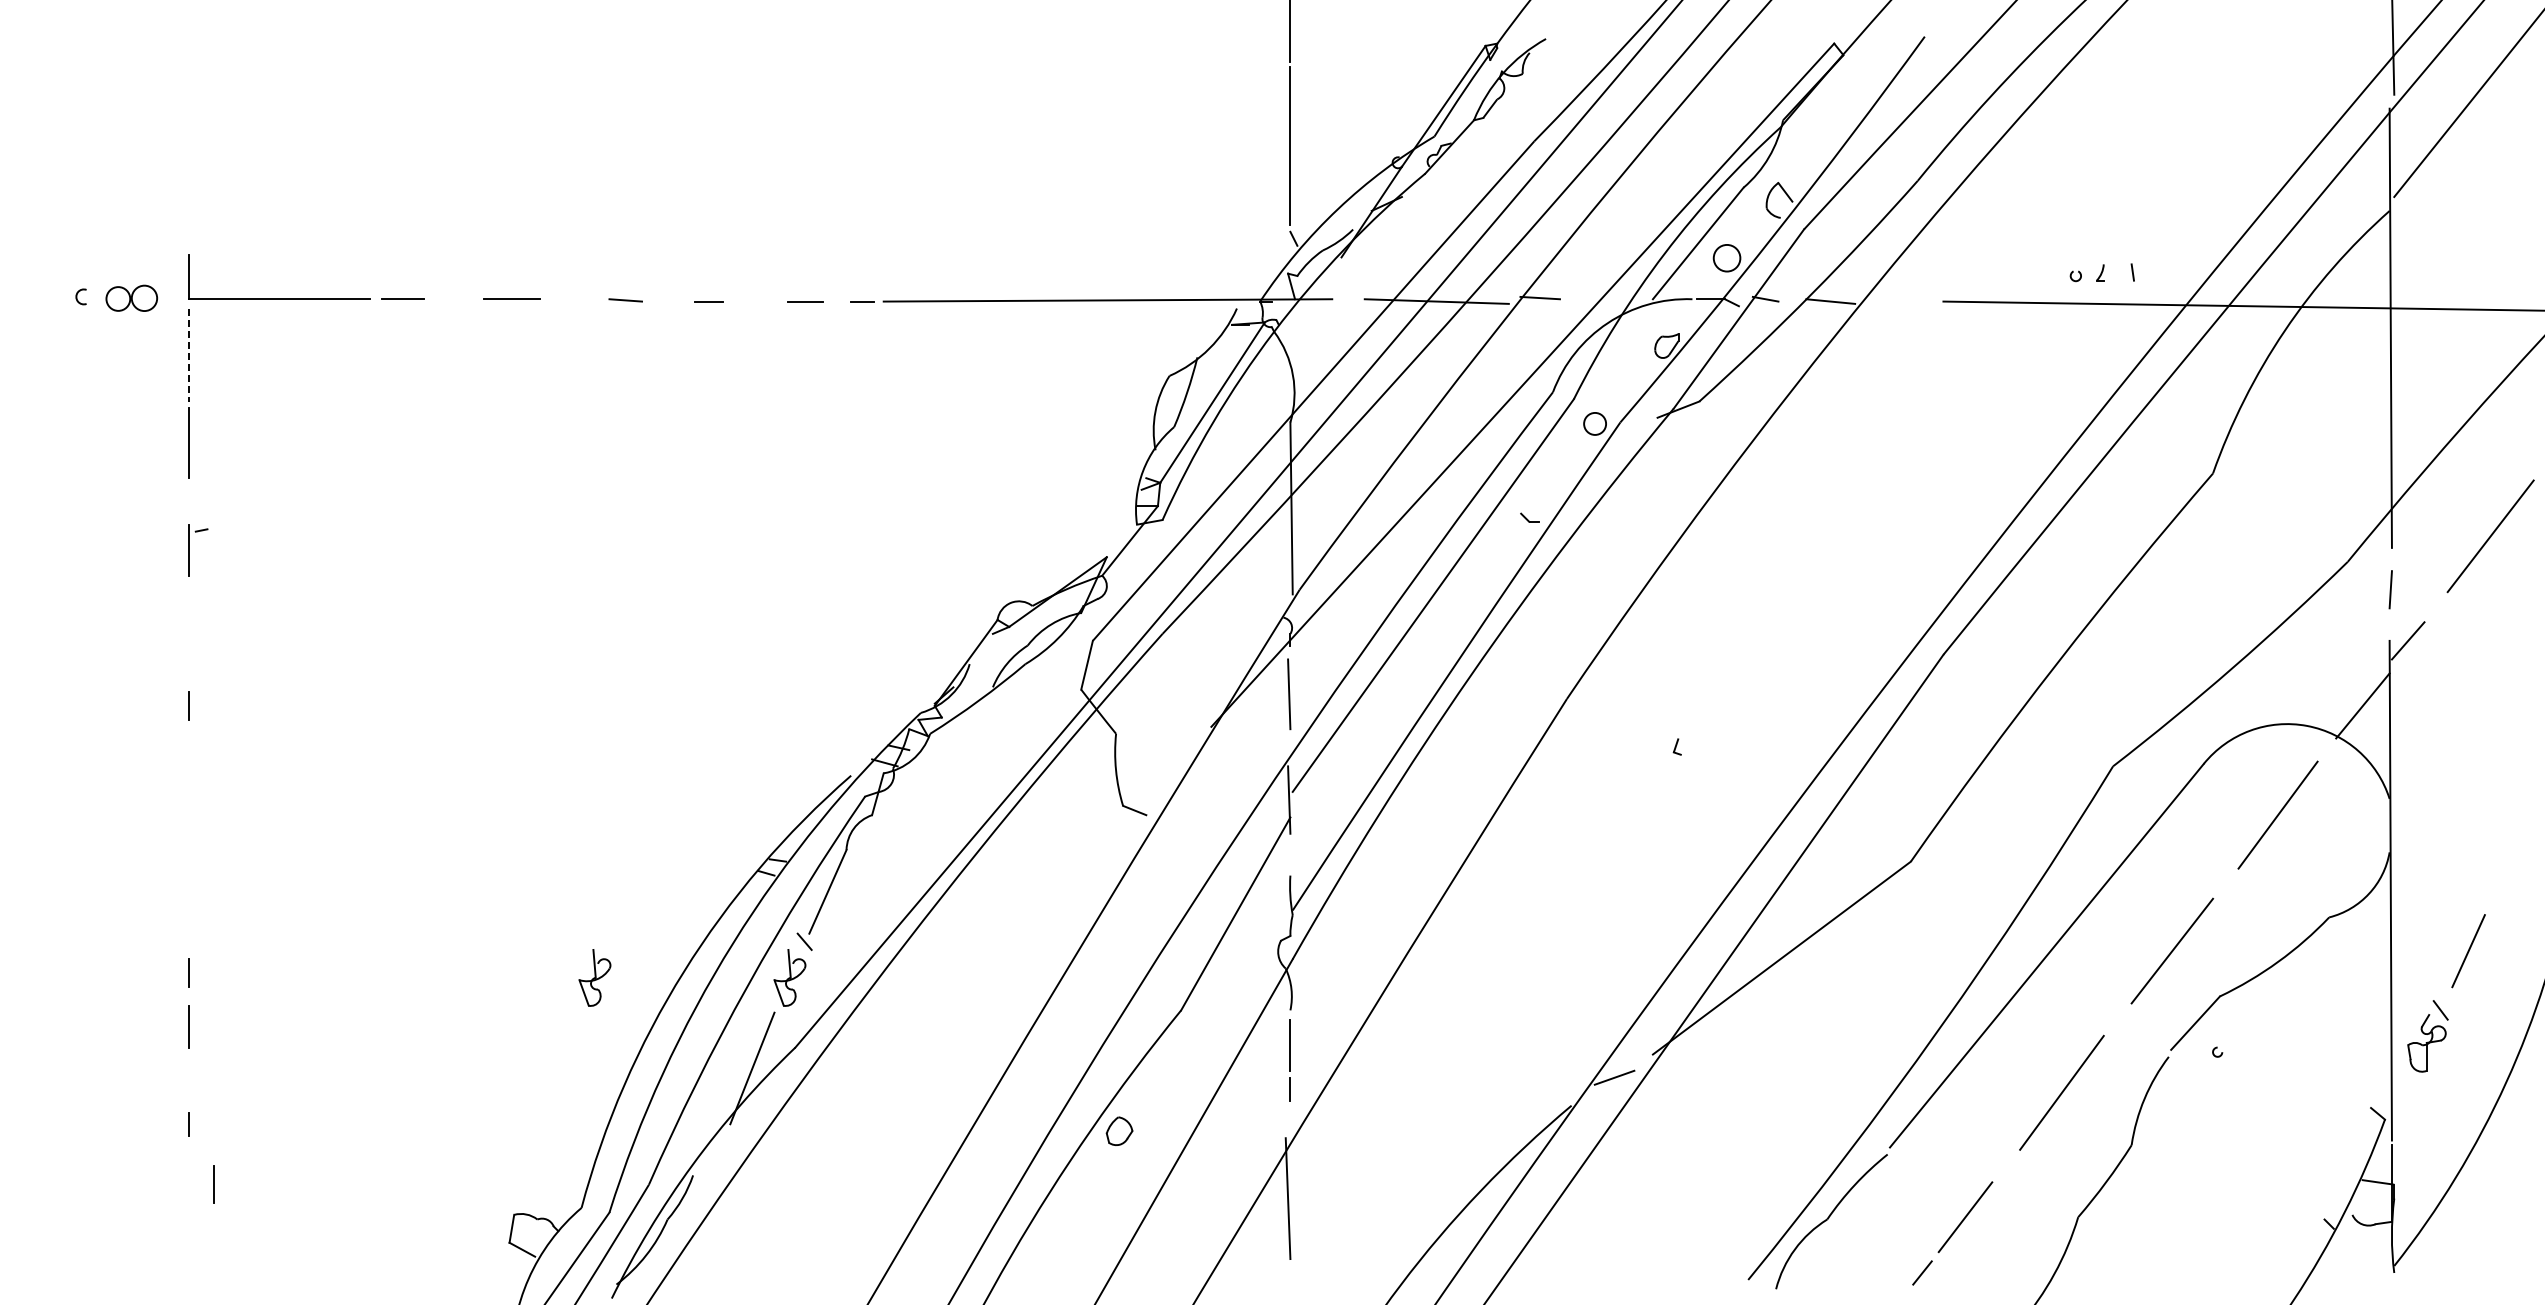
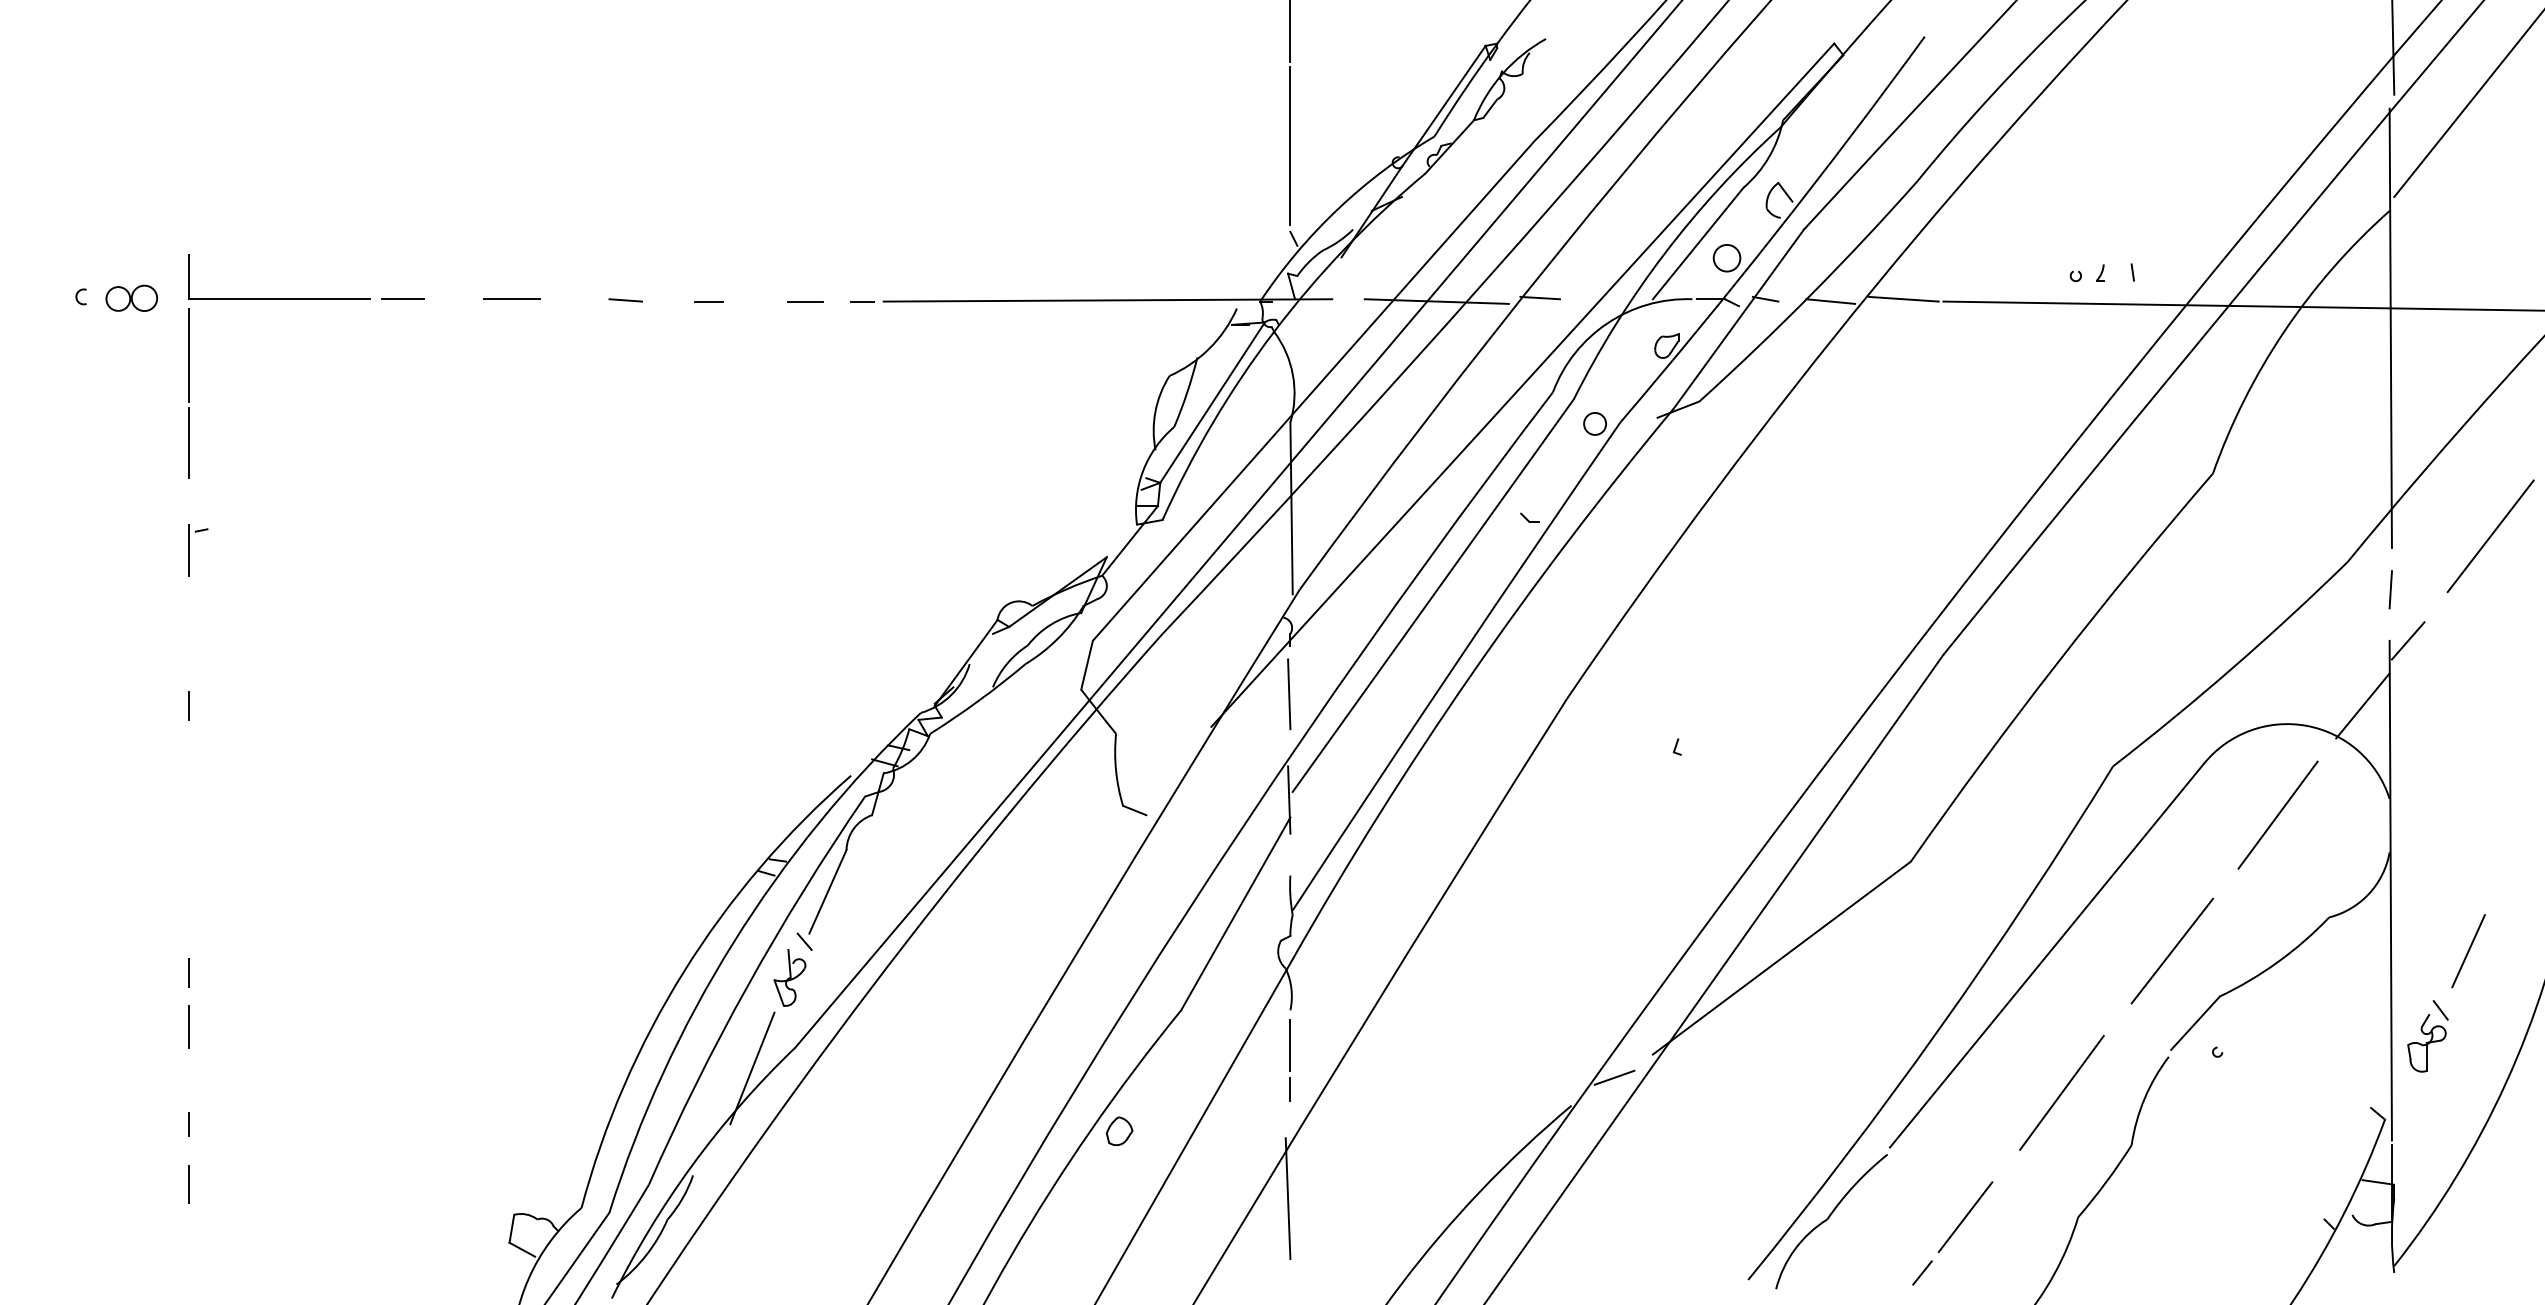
line at (1903, 298): none -> present
line at (188, 355): dashed -> solid
part at (594, 977): present -> none
line at (213, 1184) position: (213, 1184) -> (188, 1184)
